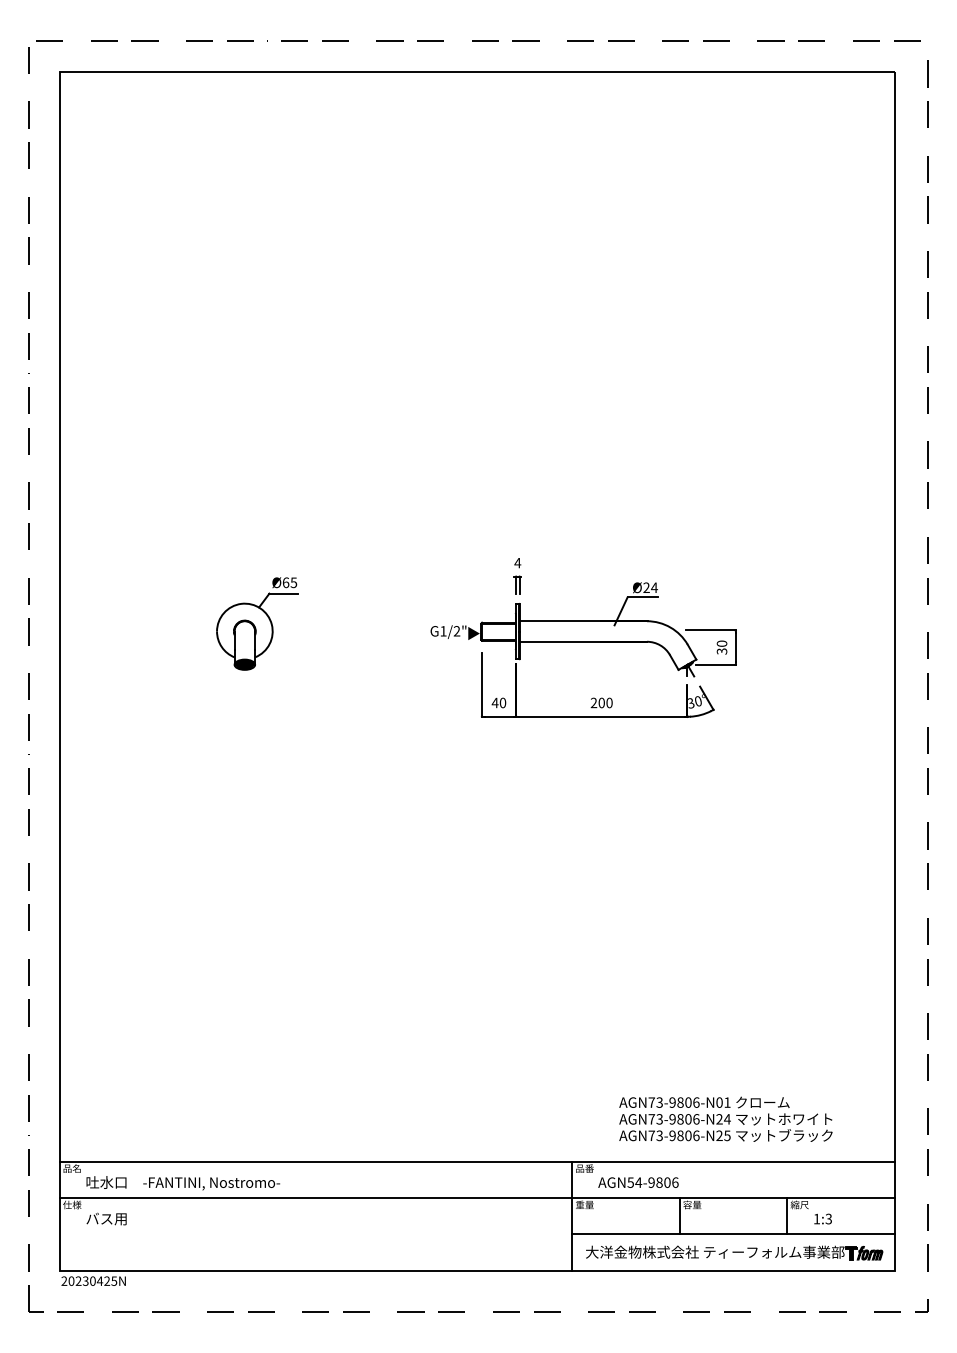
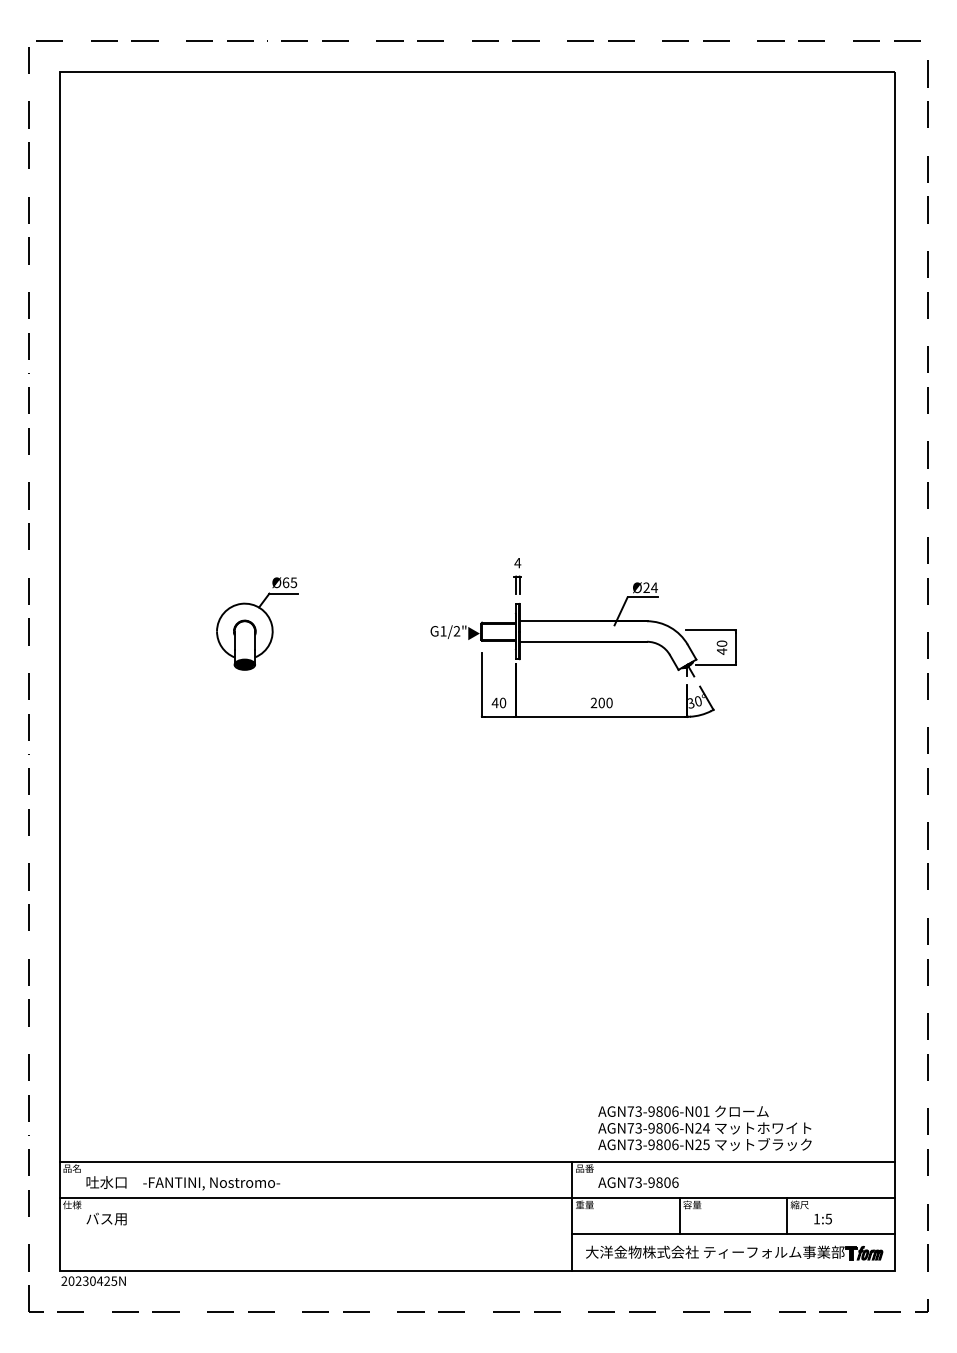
text at (721, 651): 30 -> 40
text at (725, 1118) position: (725, 1118) -> (704, 1127)
text at (634, 1182): AGN54-9806 -> AGN73-9806
text at (828, 1218): 1:3 -> 1:5
